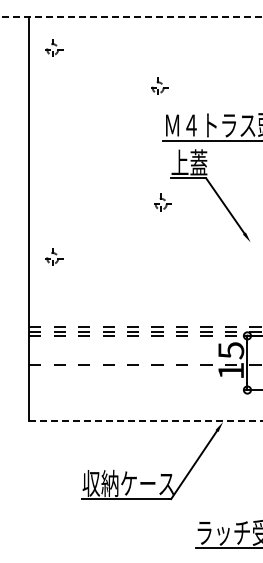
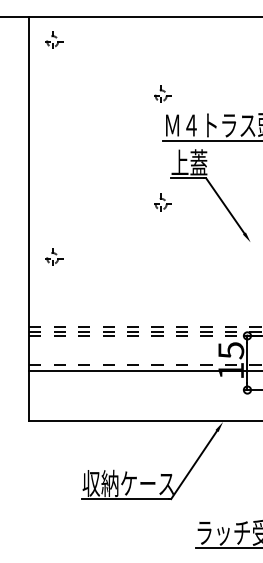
line at (131, 16): dashed -> solid
part at (54, 47) position: (54, 47) -> (54, 39)
part at (159, 85) position: (159, 85) -> (162, 93)
line at (143, 370): none -> present
line at (146, 421): dashed -> solid
